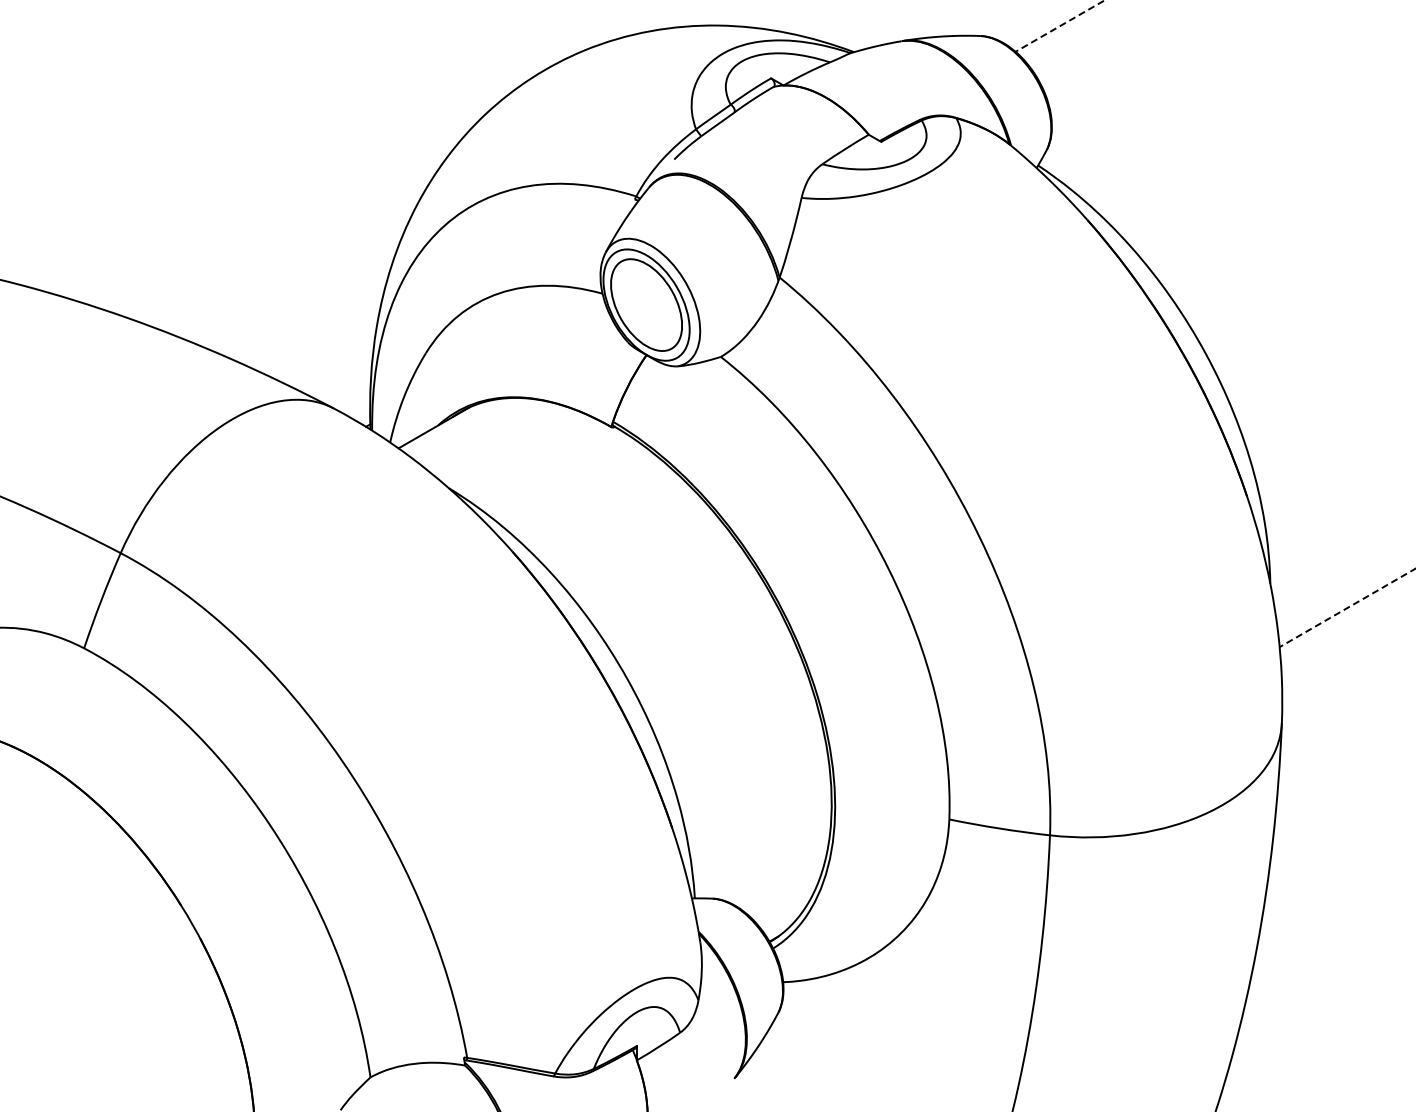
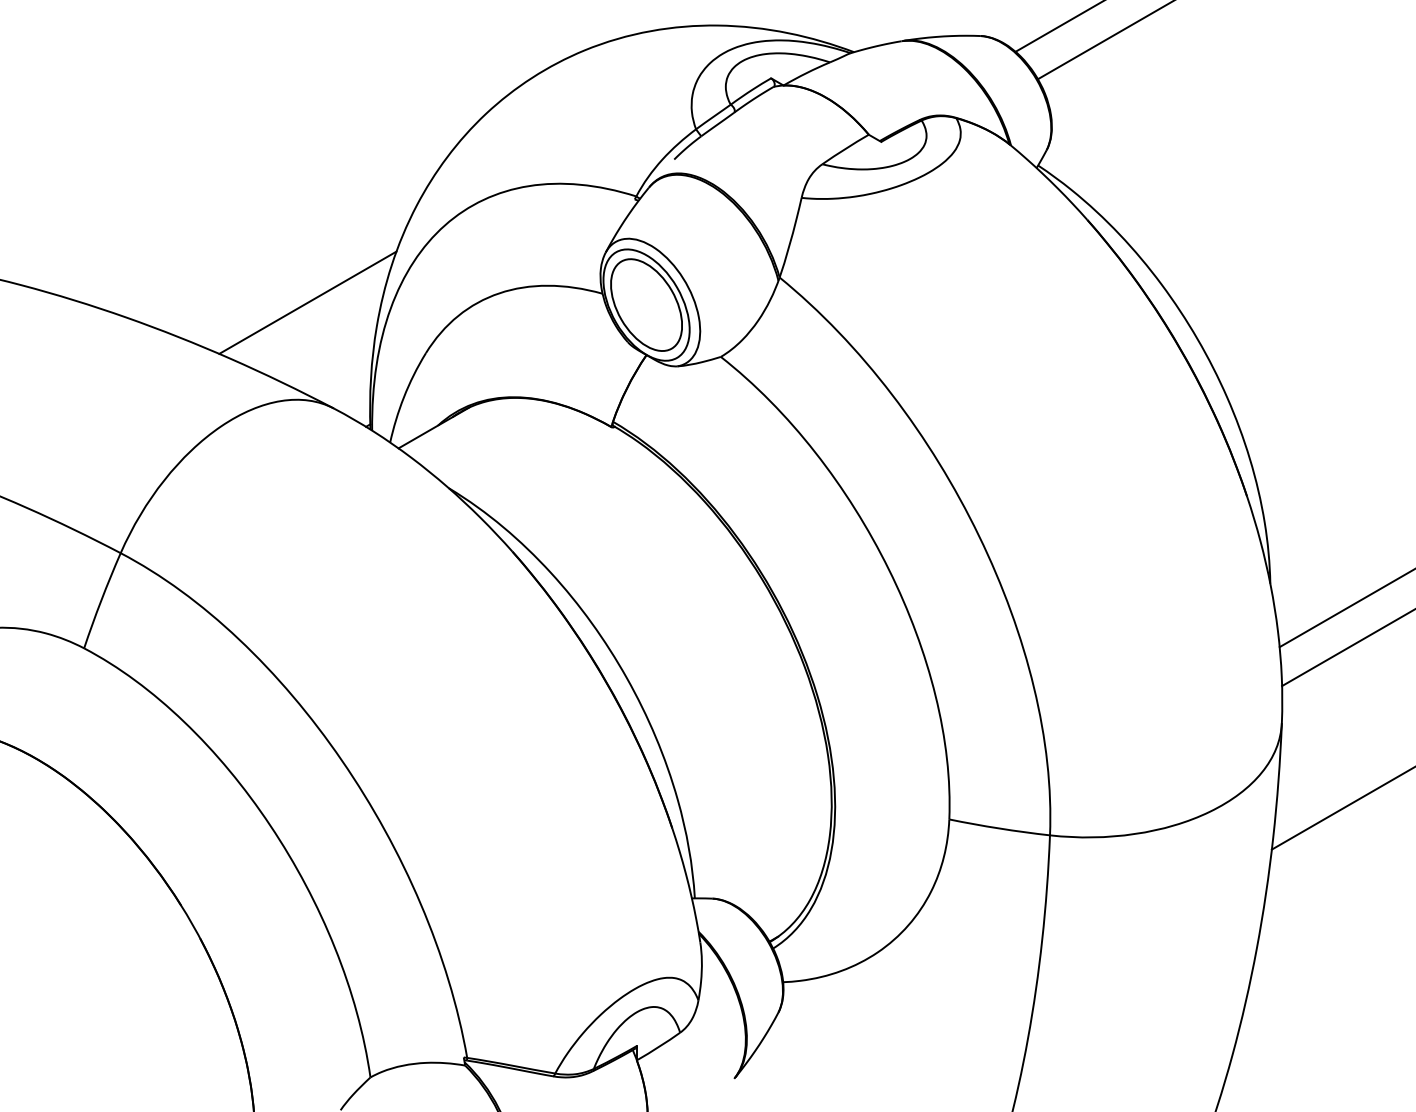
line at (1059, 26): dashed -> solid
line at (1104, 40): none -> present
line at (307, 302): none -> present
line at (1347, 608): dashed -> solid
line at (1347, 648): none -> present
line at (1341, 808): none -> present
